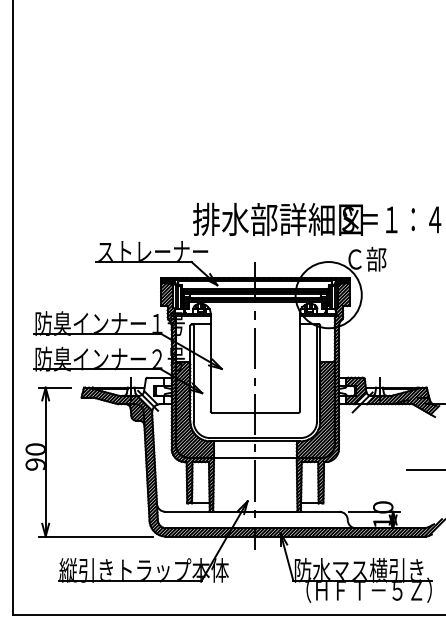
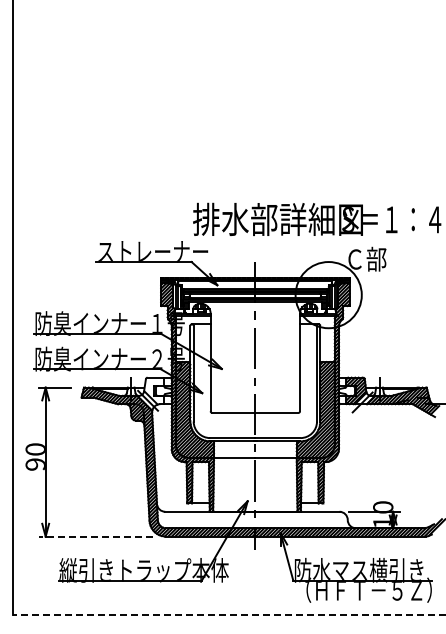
line at (423, 470): present -> none
line at (95, 536): solid -> dashed
line at (229, 614): solid -> dashed
